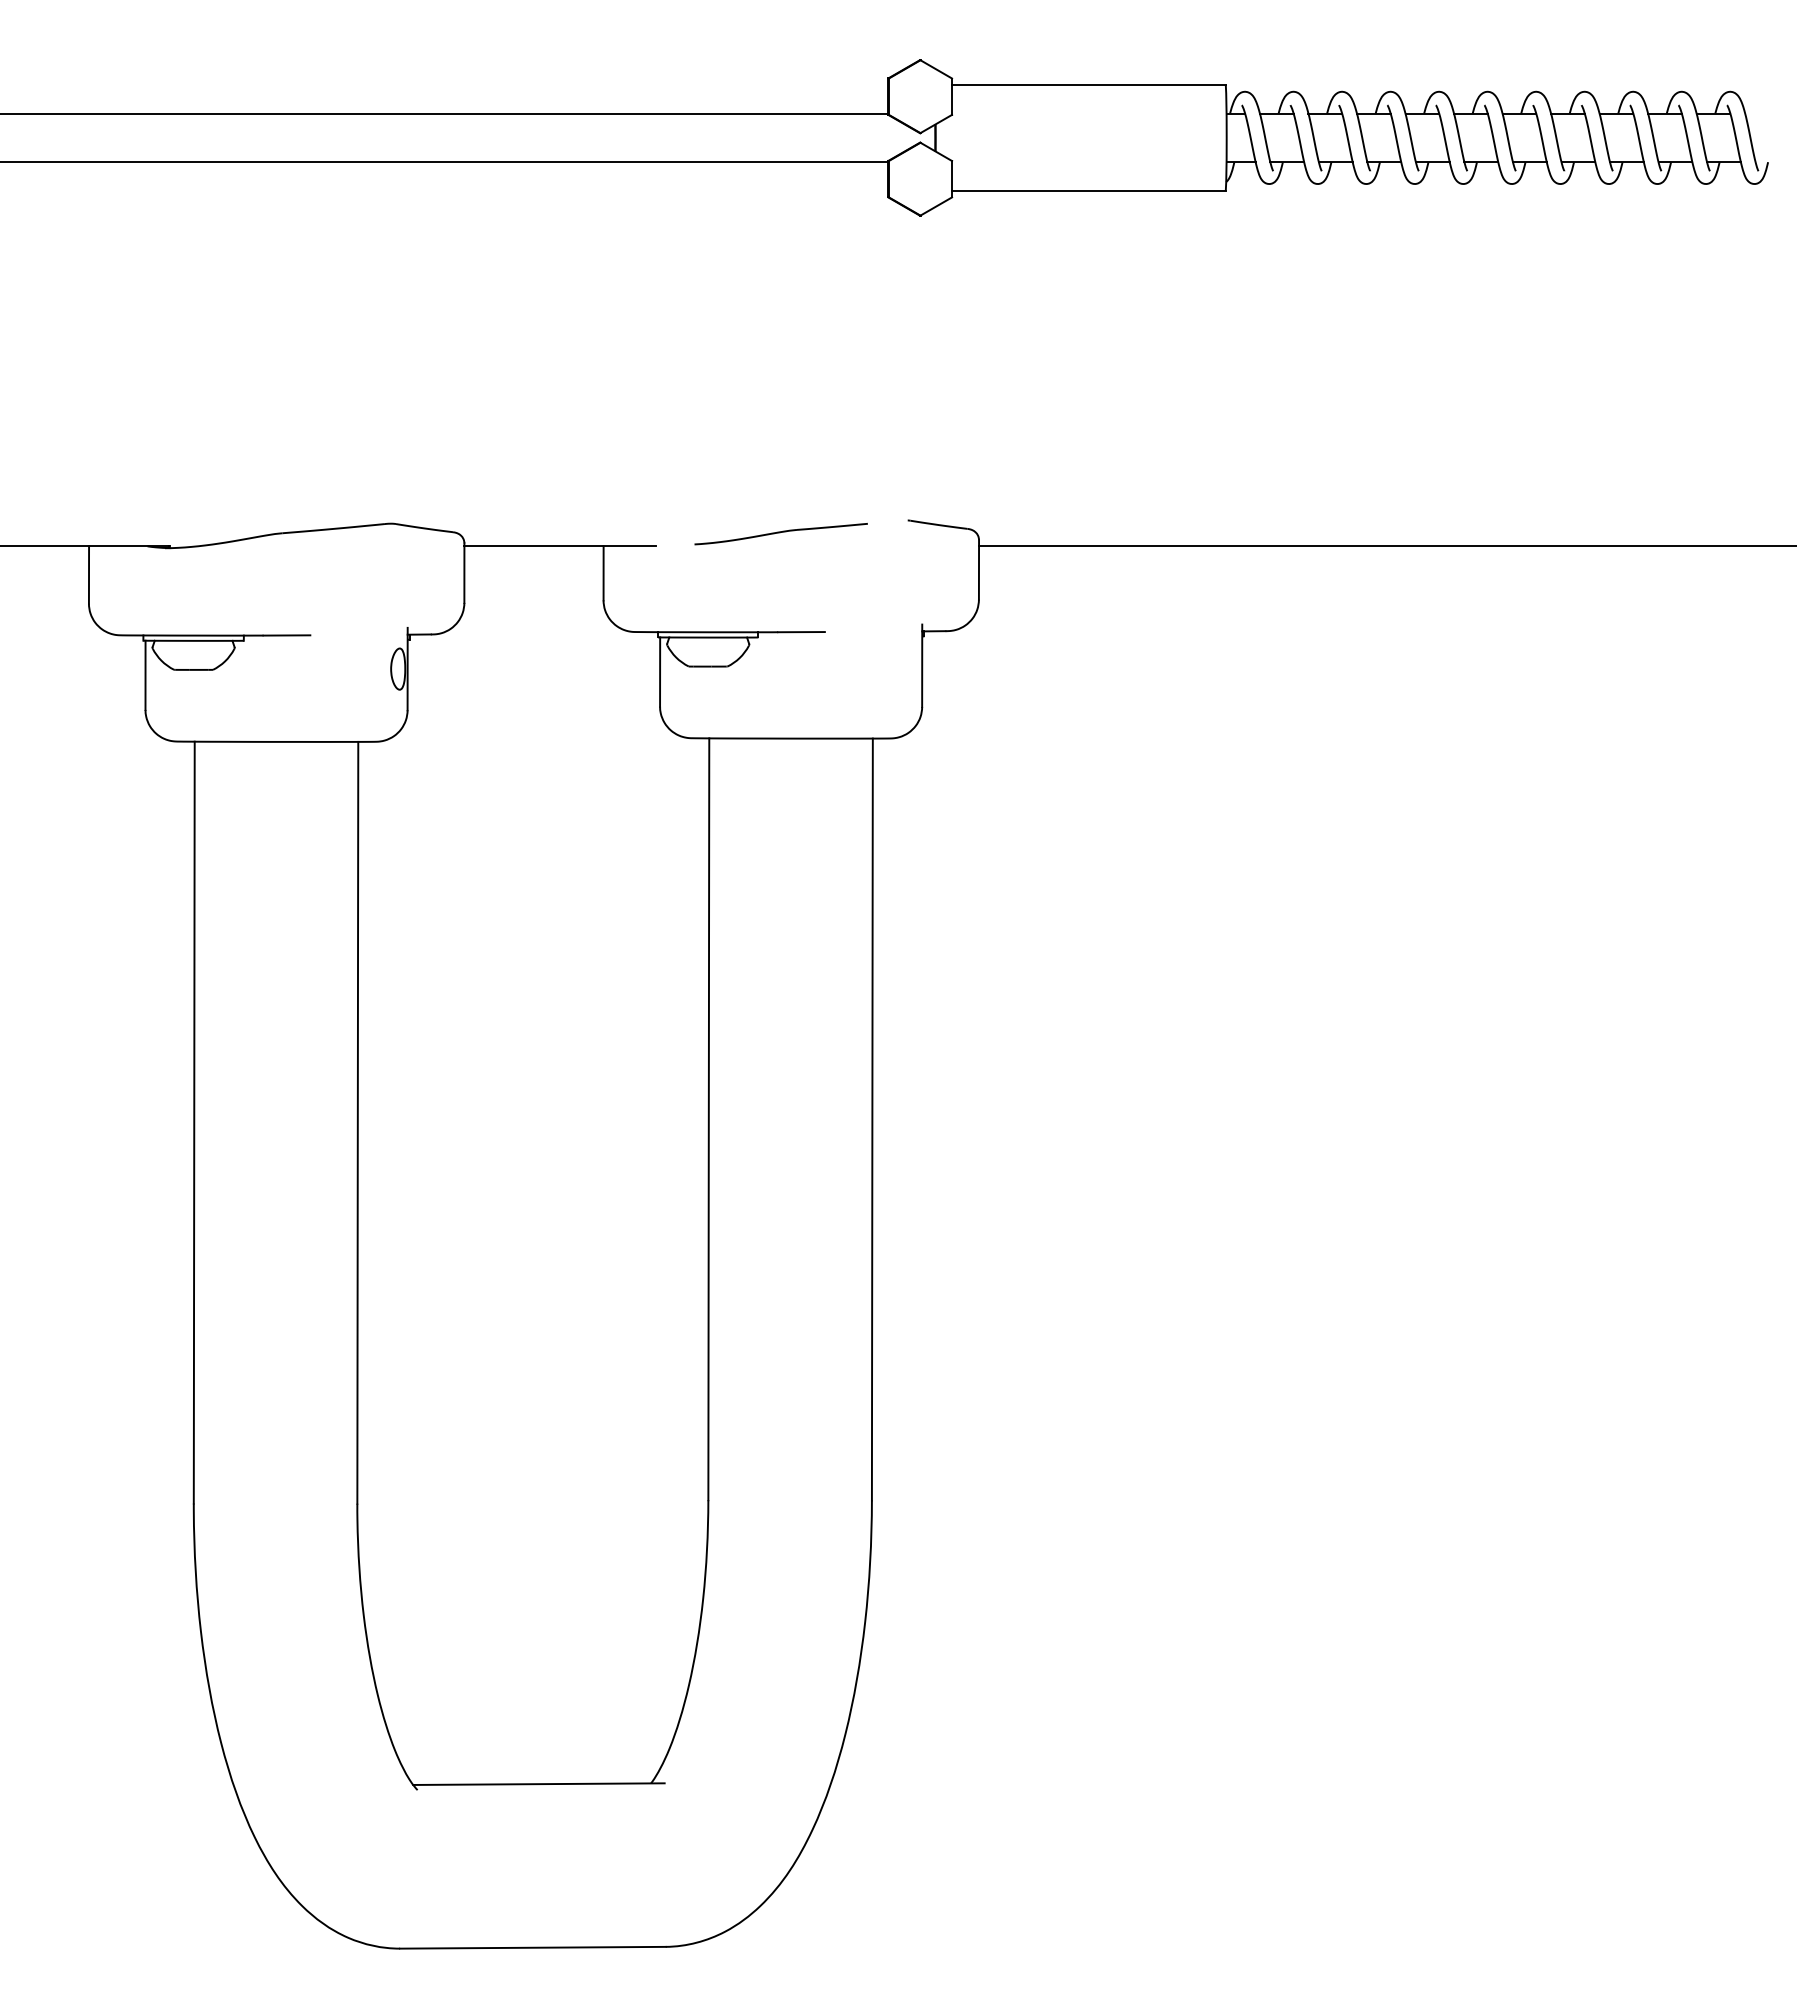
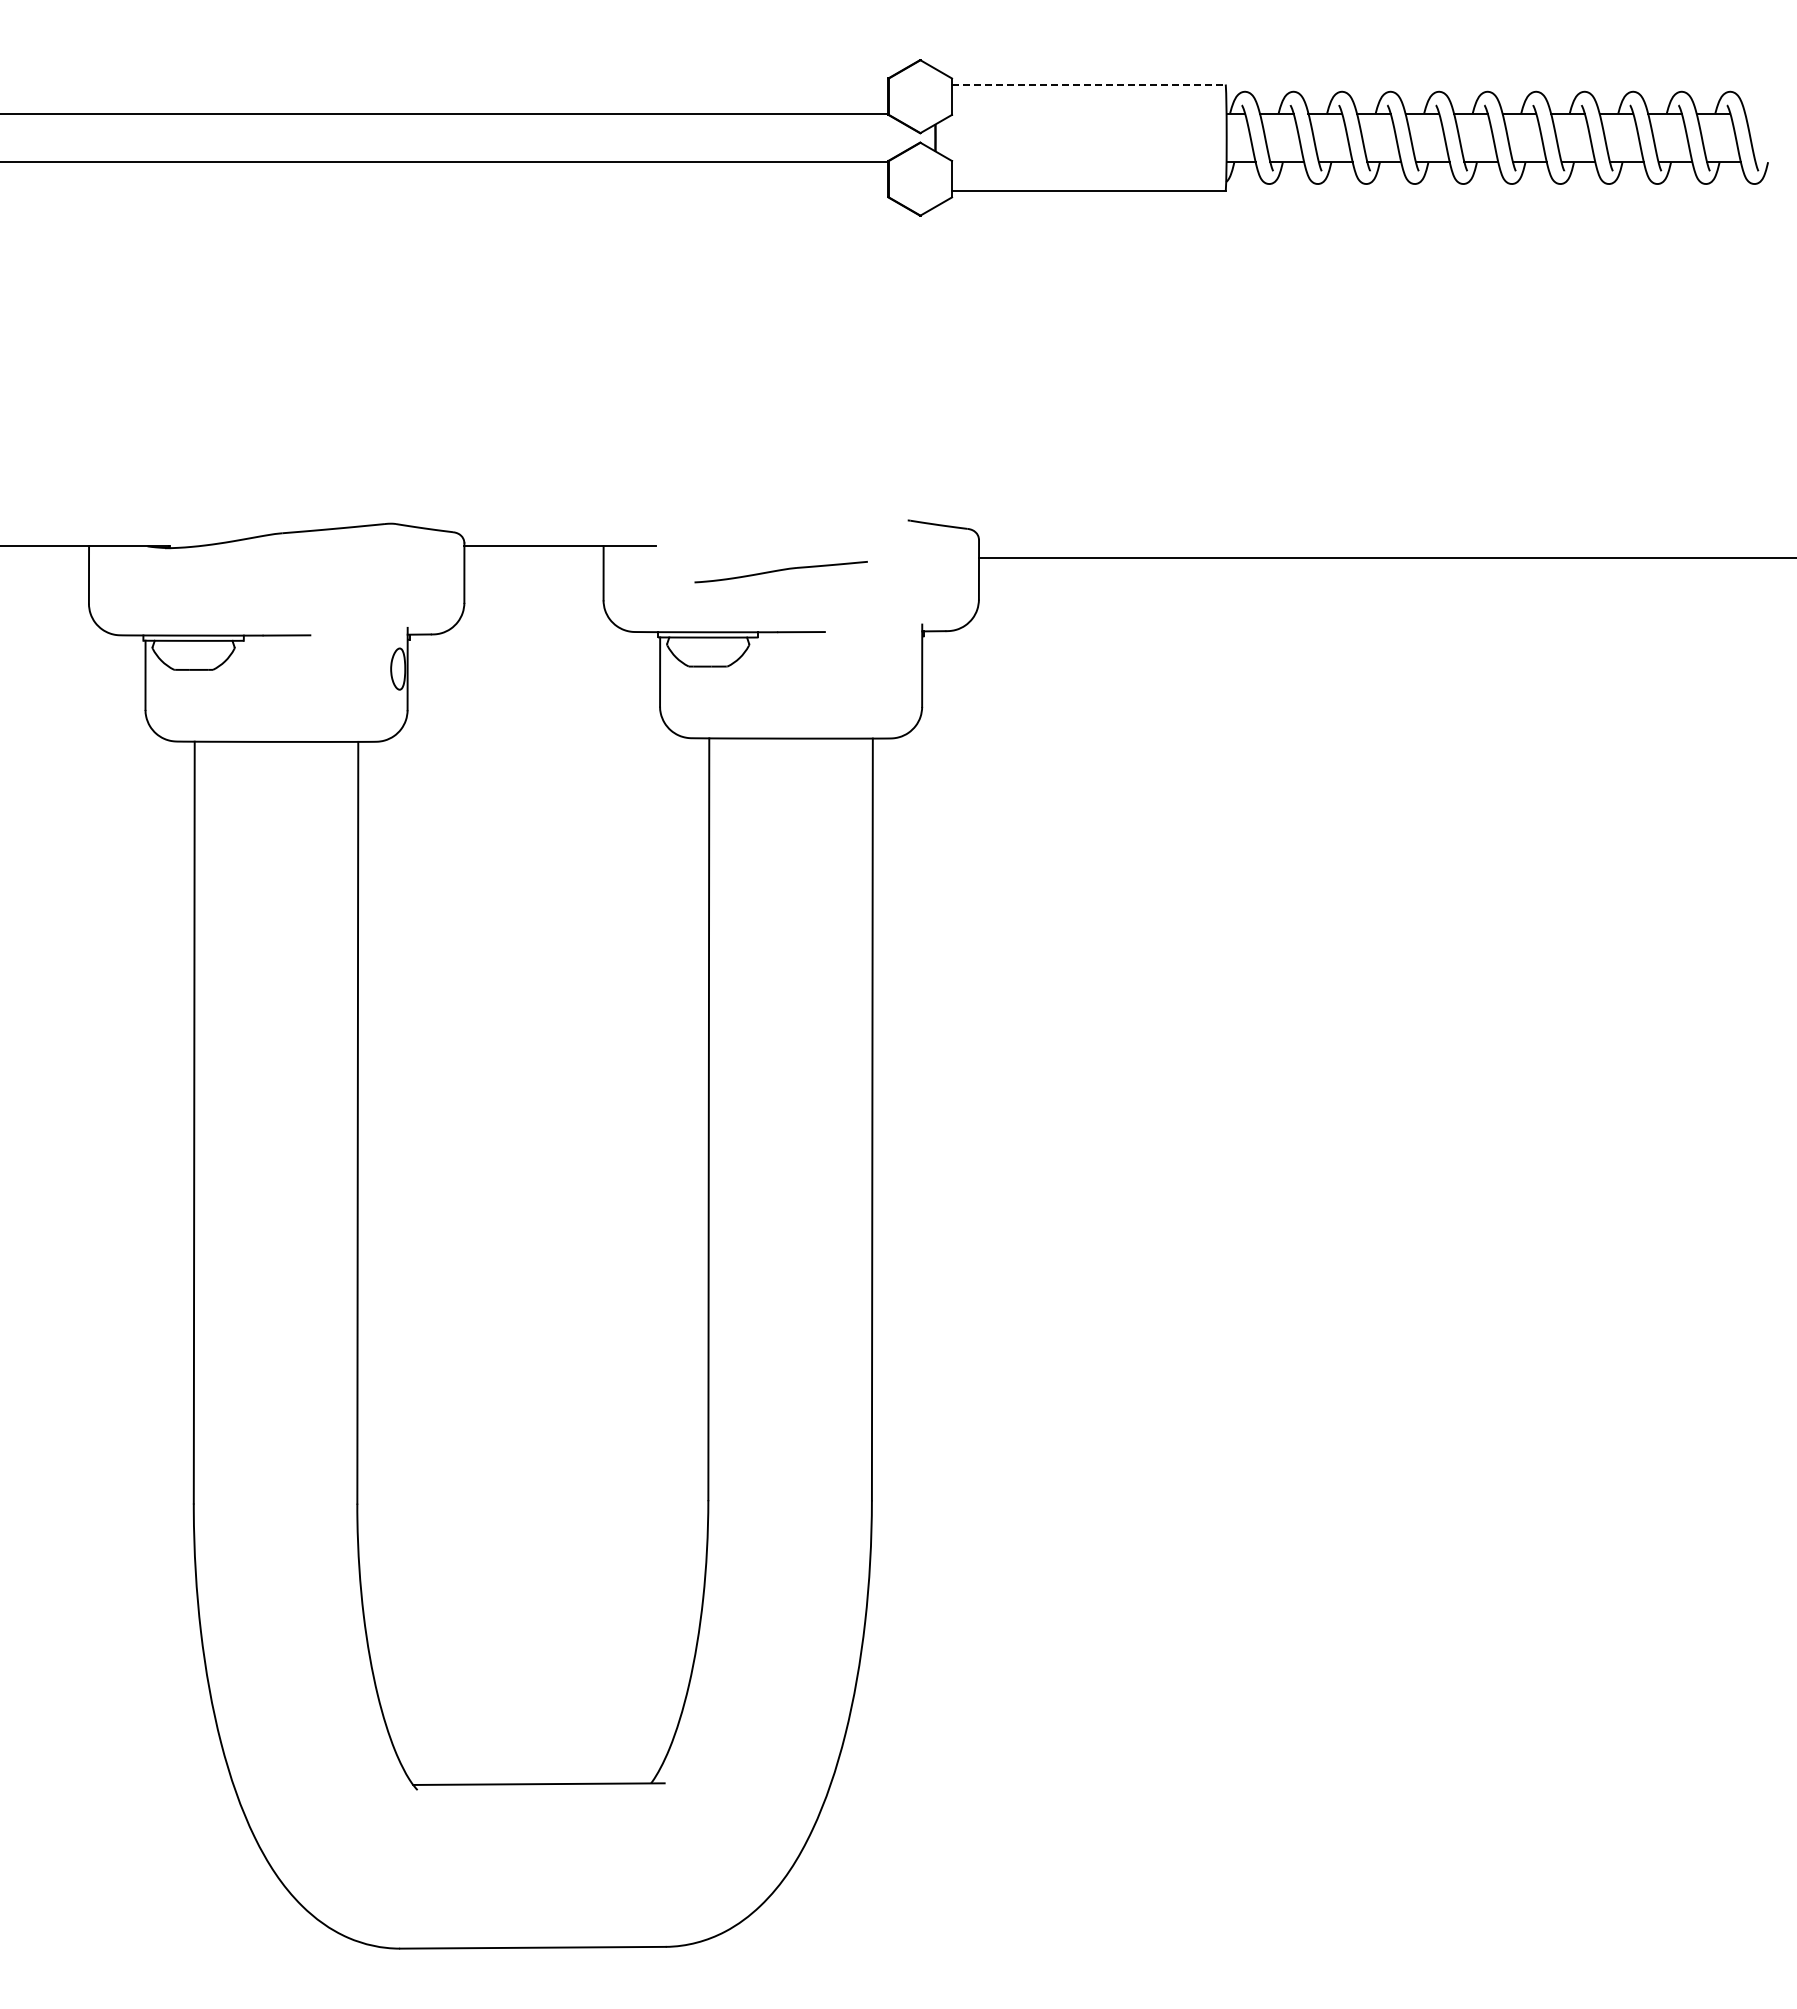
line at (1088, 84): solid -> dashed
part at (780, 534) position: (780, 534) -> (780, 572)
line at (1386, 546) position: (1386, 546) -> (1386, 558)
